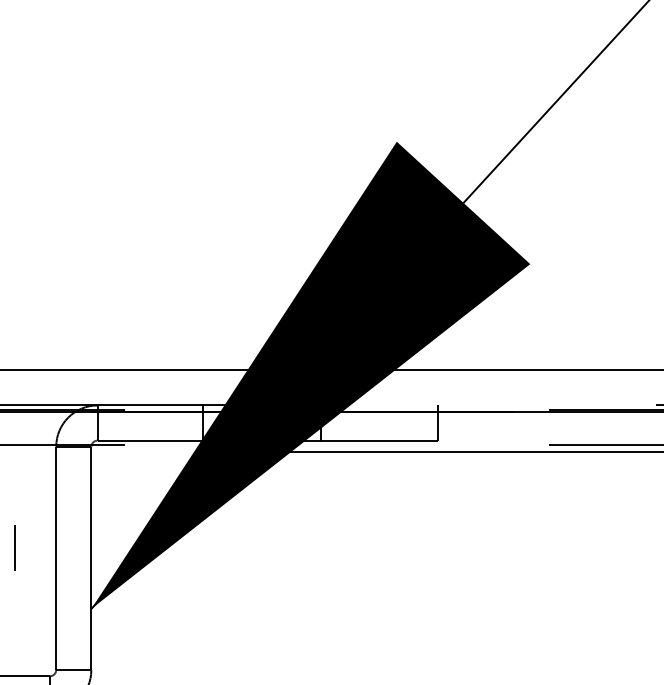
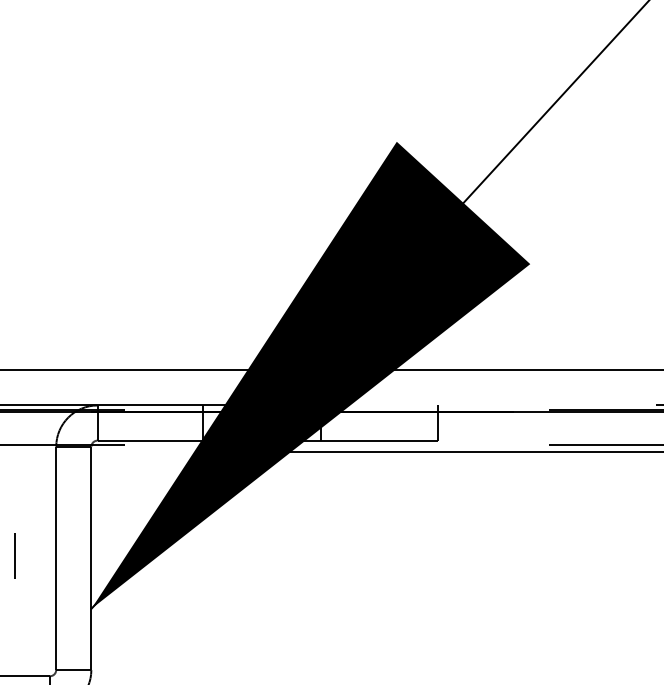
line at (14, 547) position: (14, 547) -> (14, 555)
